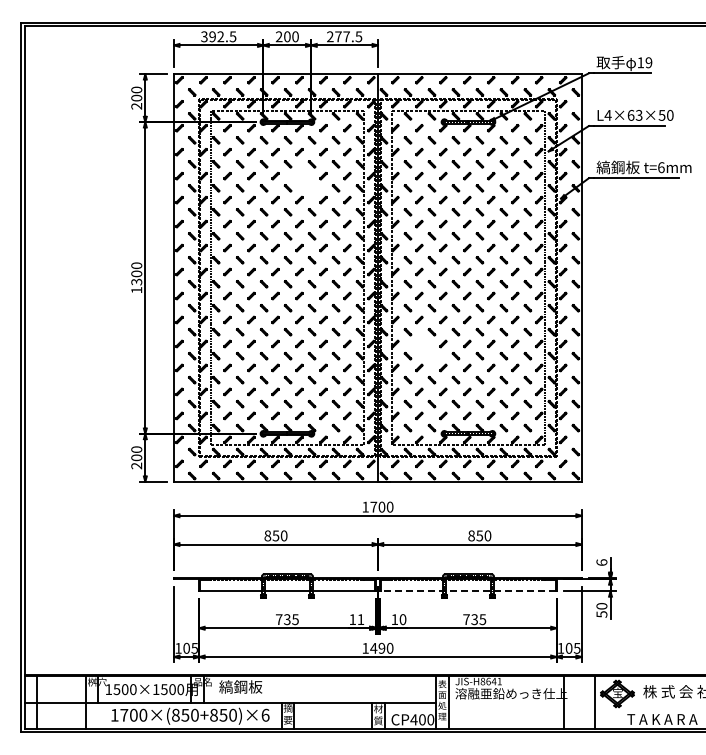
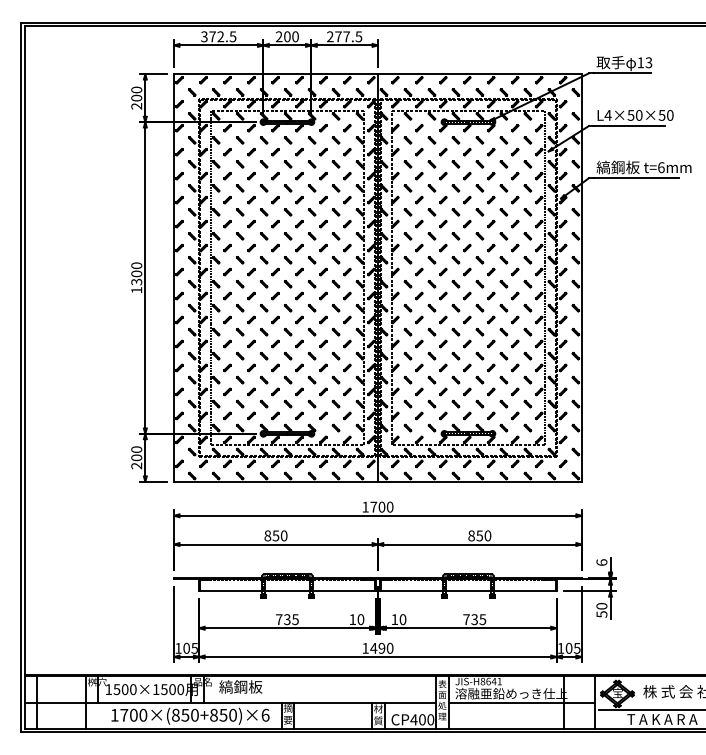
text at (212, 36): 392.5 -> 372.5
text at (648, 62): 19 -> 13
text at (634, 114): L4×63×50 -> L4×50×50
part at (305, 182): none -> present
part at (425, 349): none -> present
line at (467, 591): dashed -> solid
text at (360, 619): 11 -> 10
line at (521, 702): none -> present
line at (650, 710): none -> present
